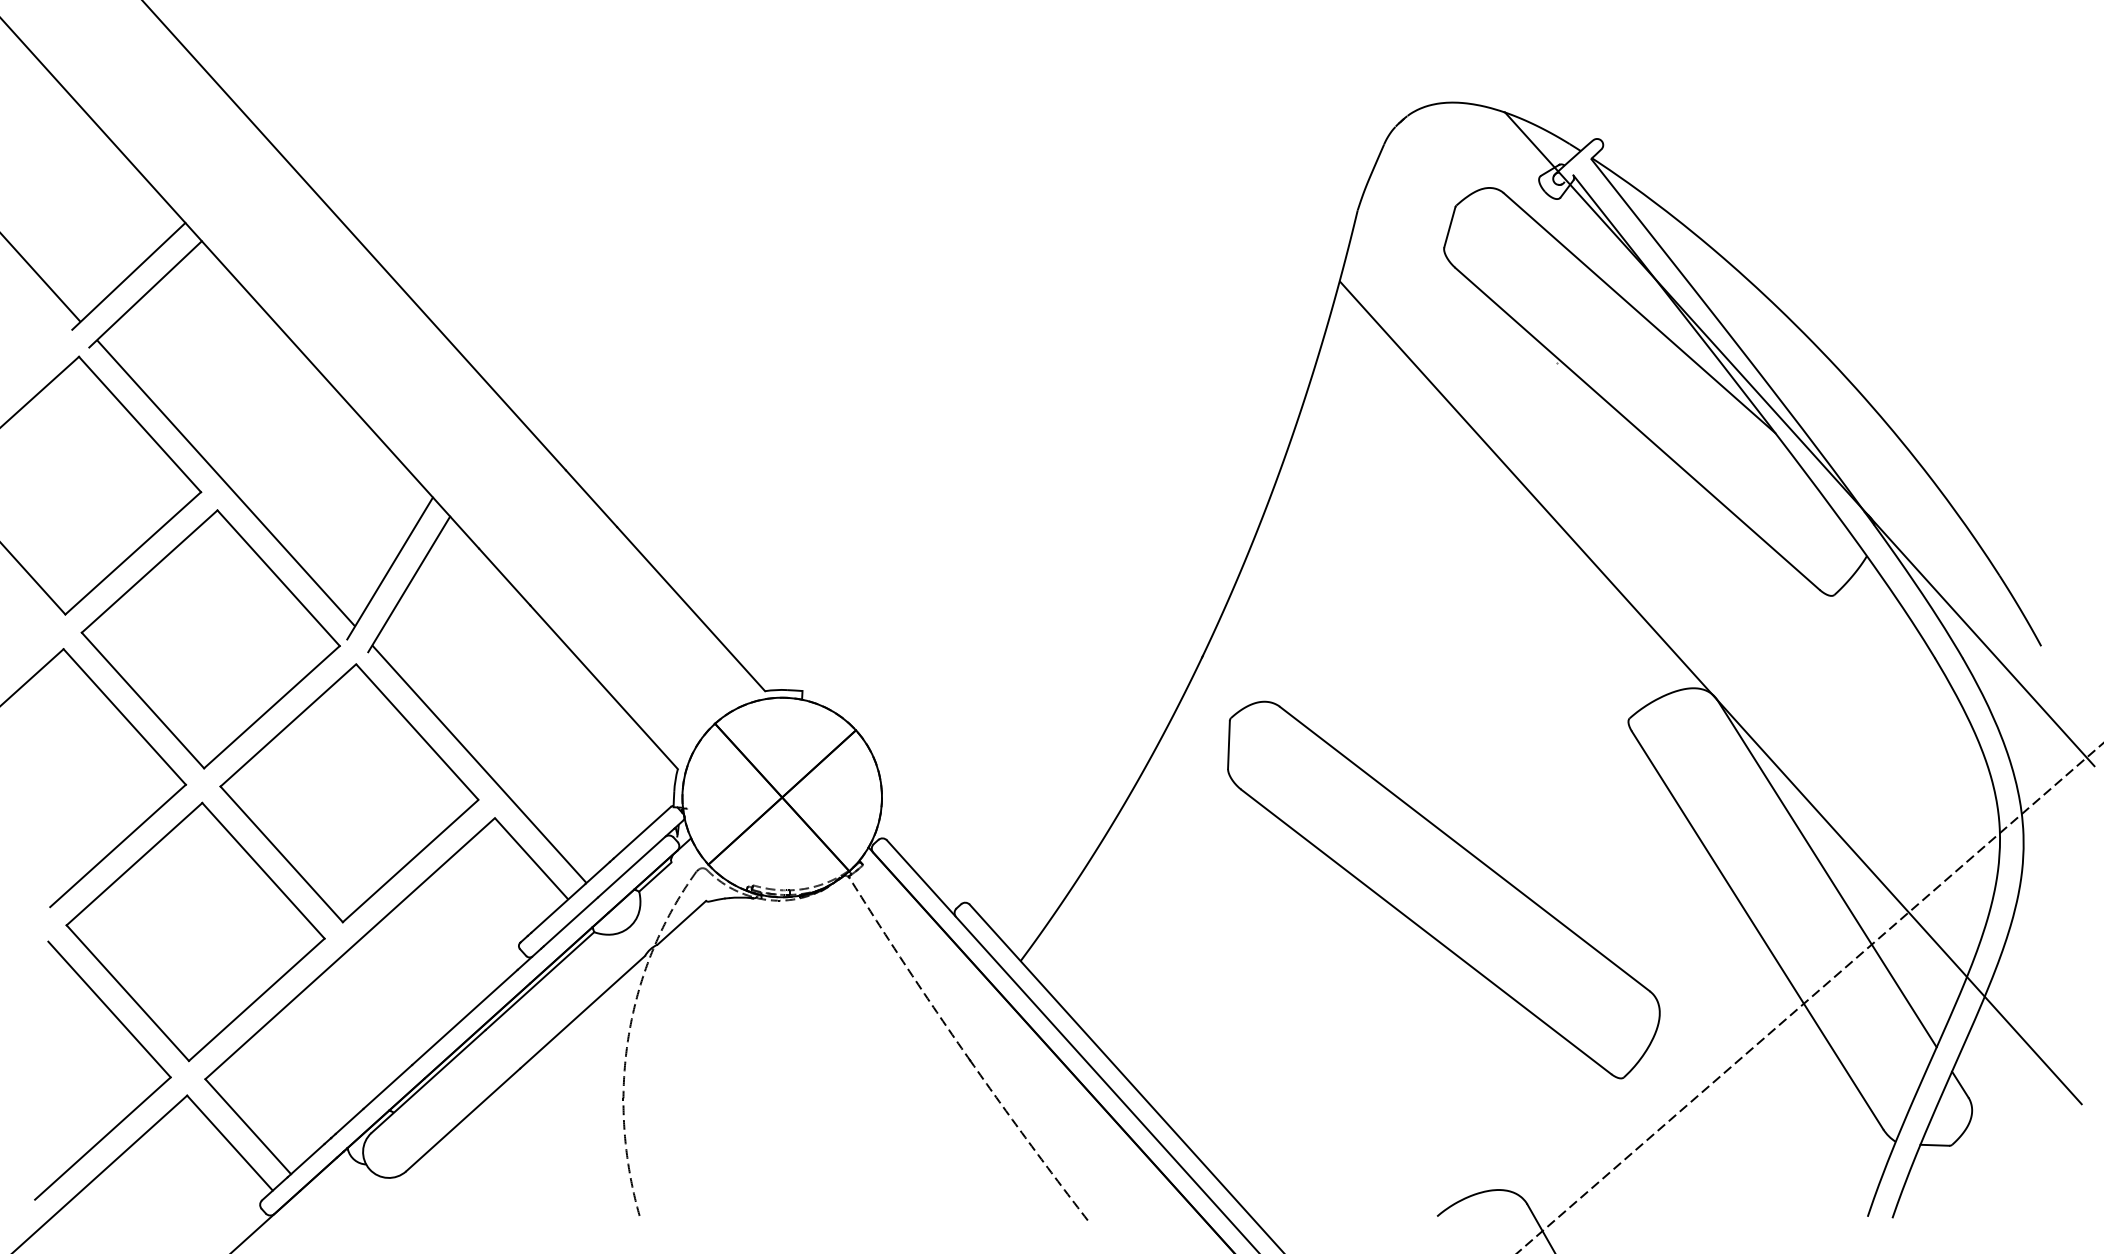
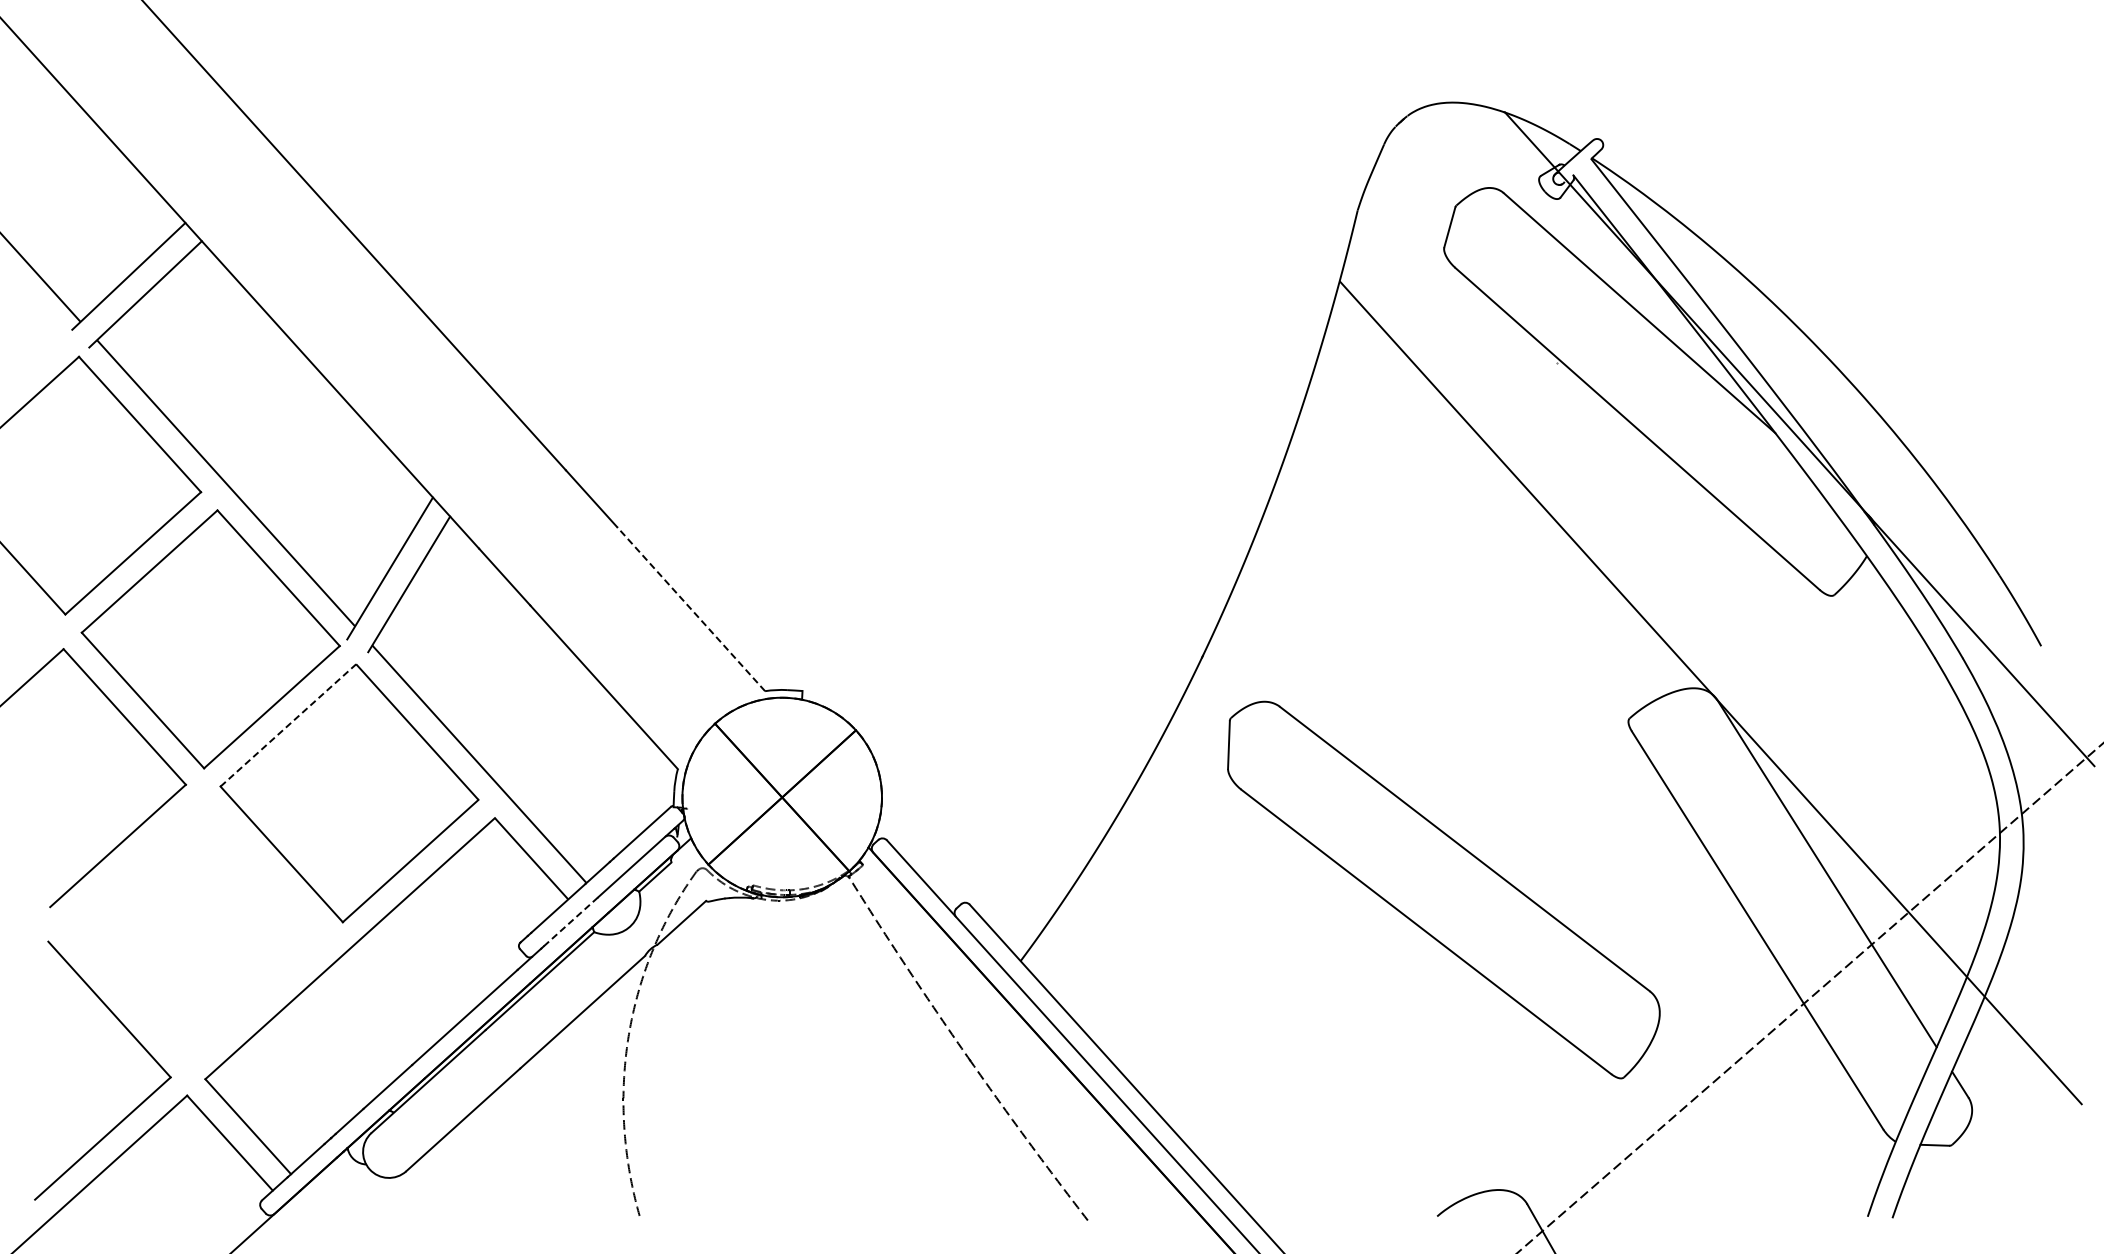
line at (690, 608): solid -> dashed
line at (288, 725): solid -> dashed
line at (570, 921): solid -> dashed
part at (195, 931): present -> none
